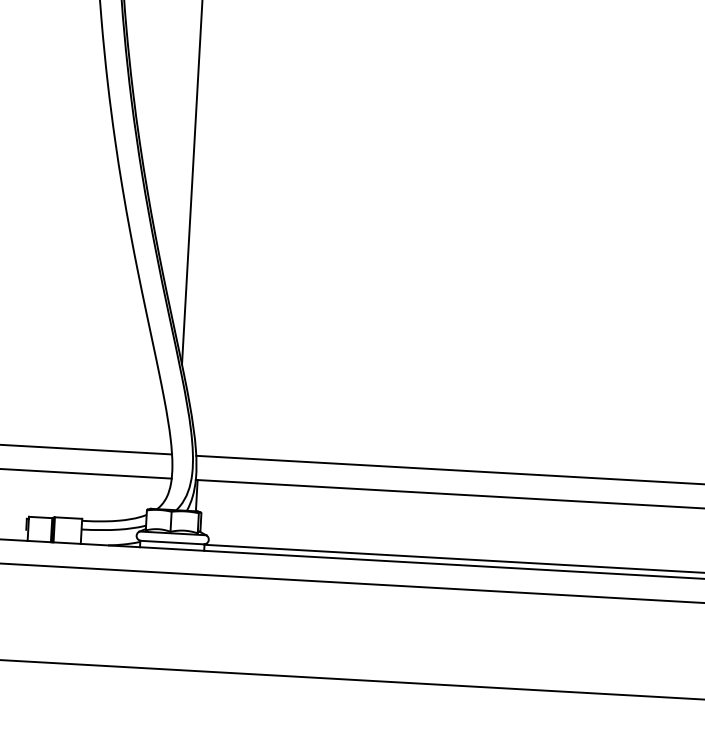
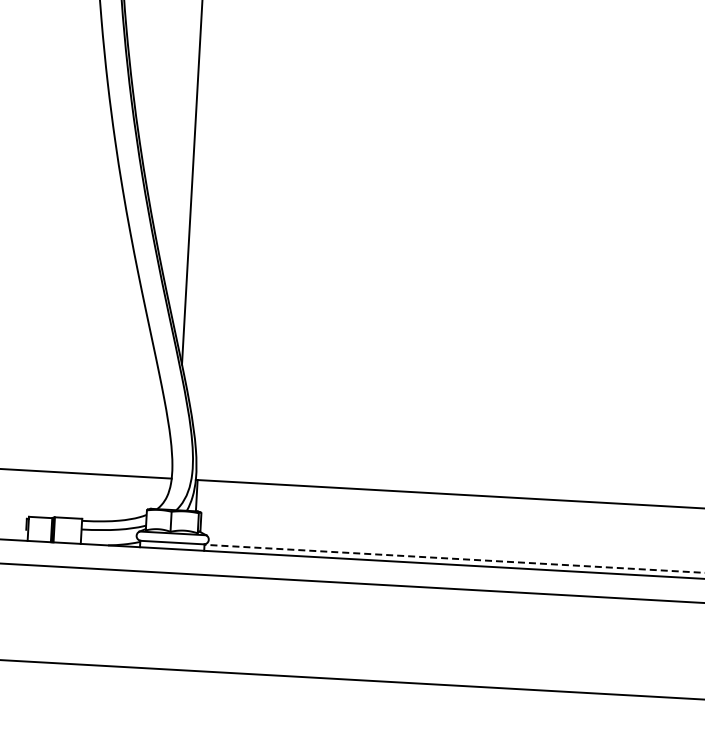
line at (87, 449): present -> none
line at (448, 469): present -> none
line at (454, 558): solid -> dashed
